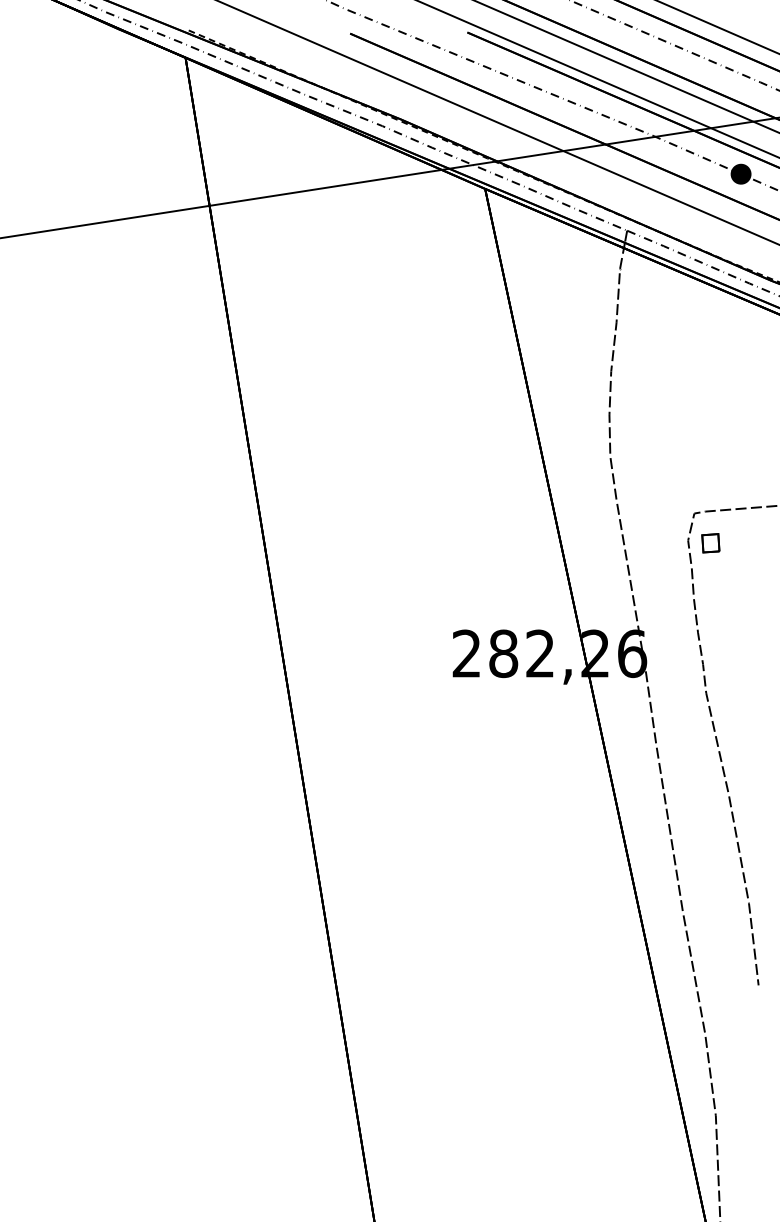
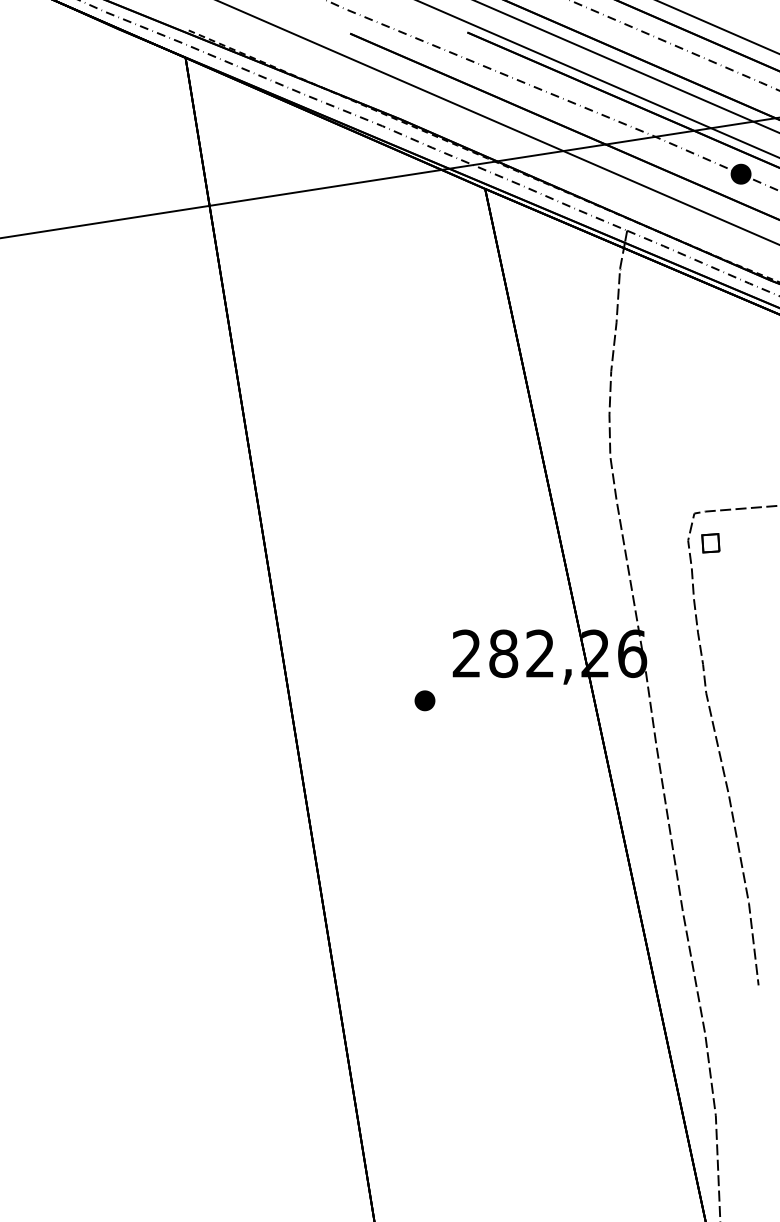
part at (424, 700): none -> present
